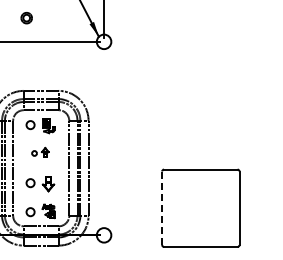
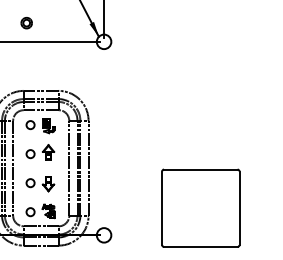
part at (26, 18) position: (26, 18) -> (26, 23)
part at (40, 151) size: 19x12 px -> 31x17 px
line at (162, 208): dashed -> solid
